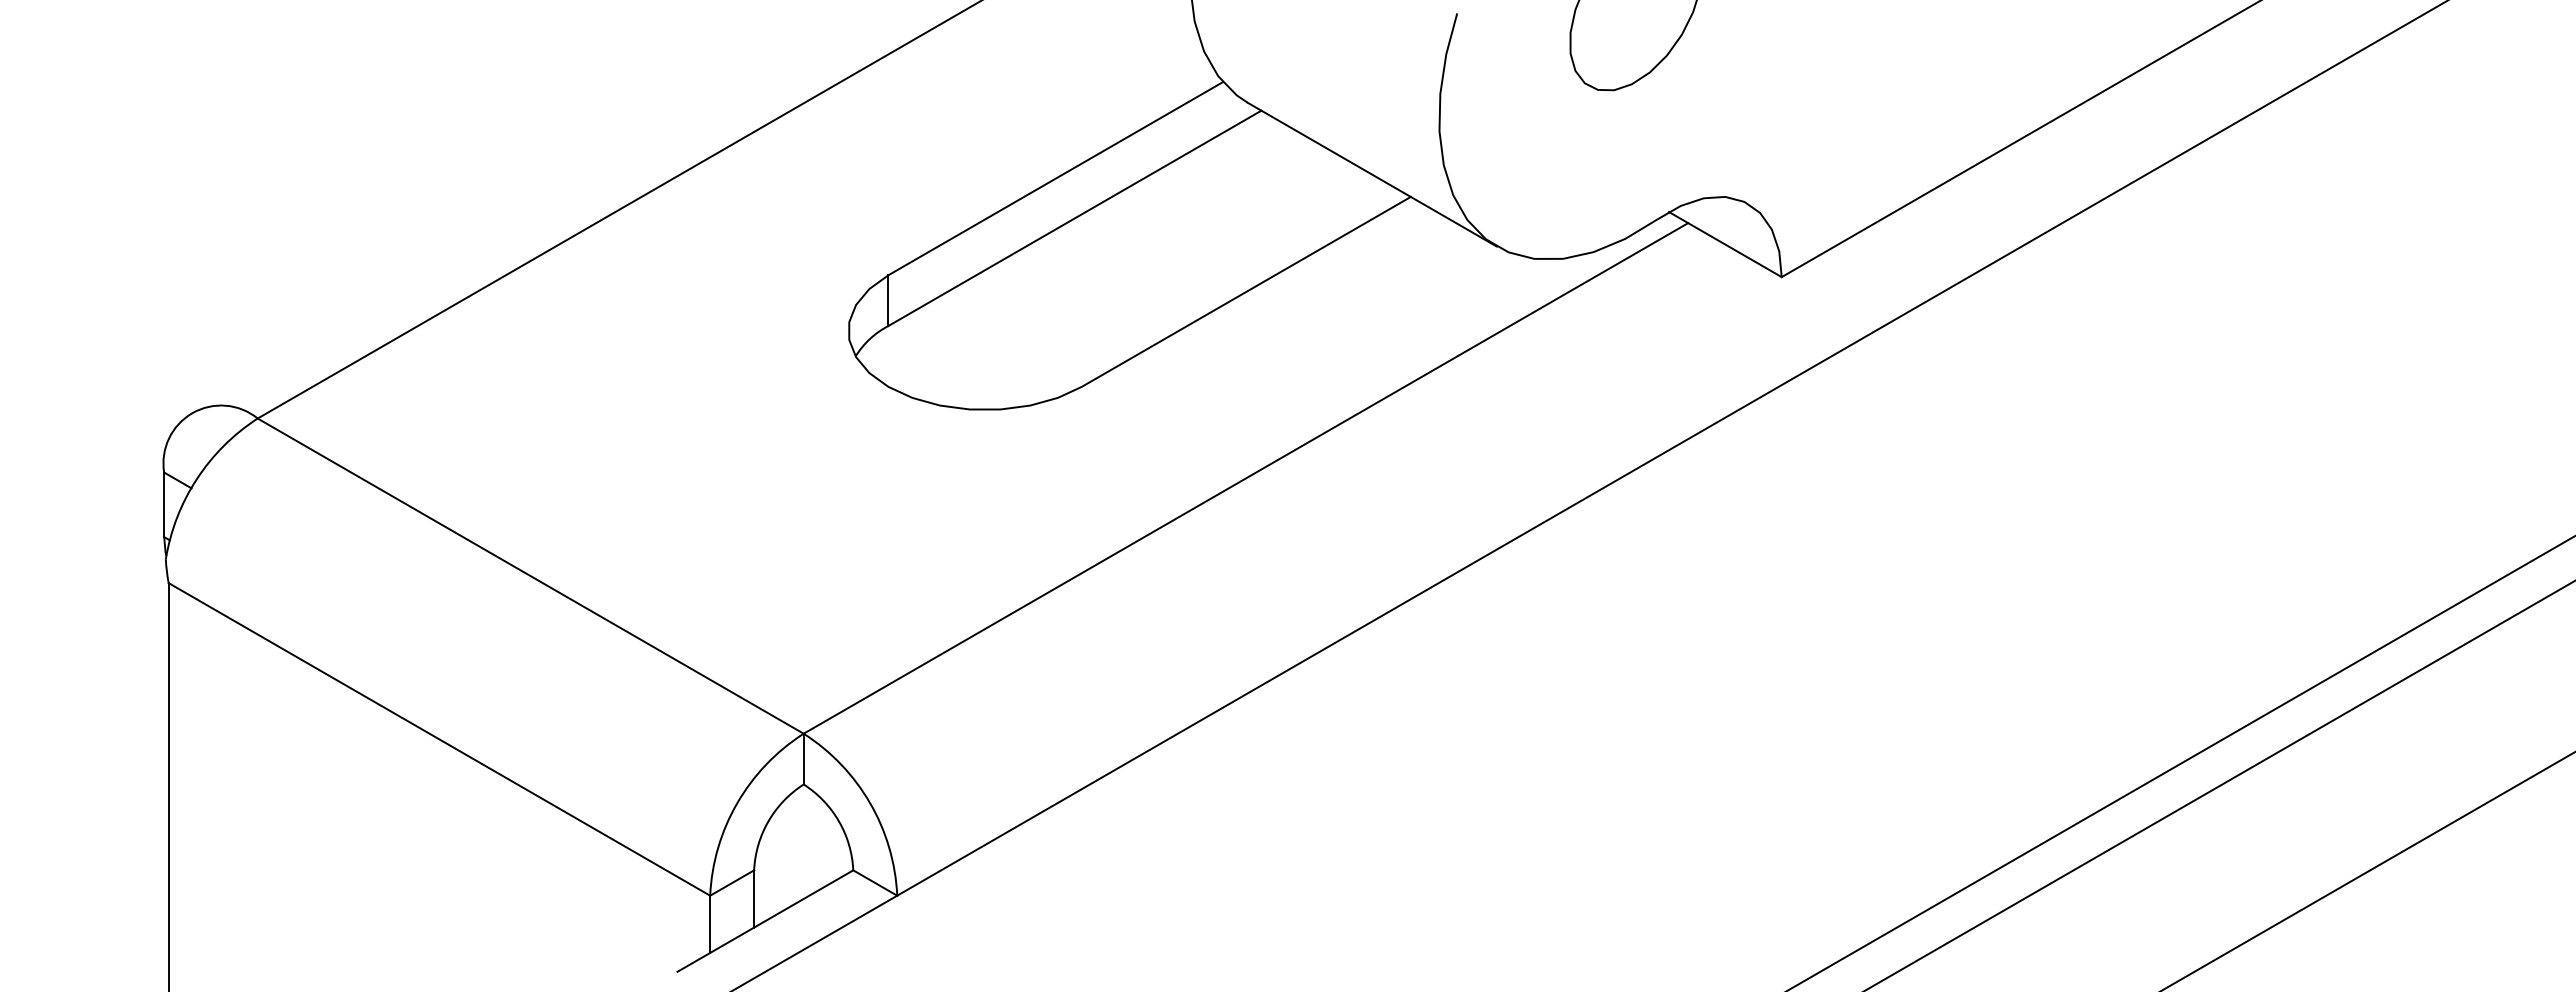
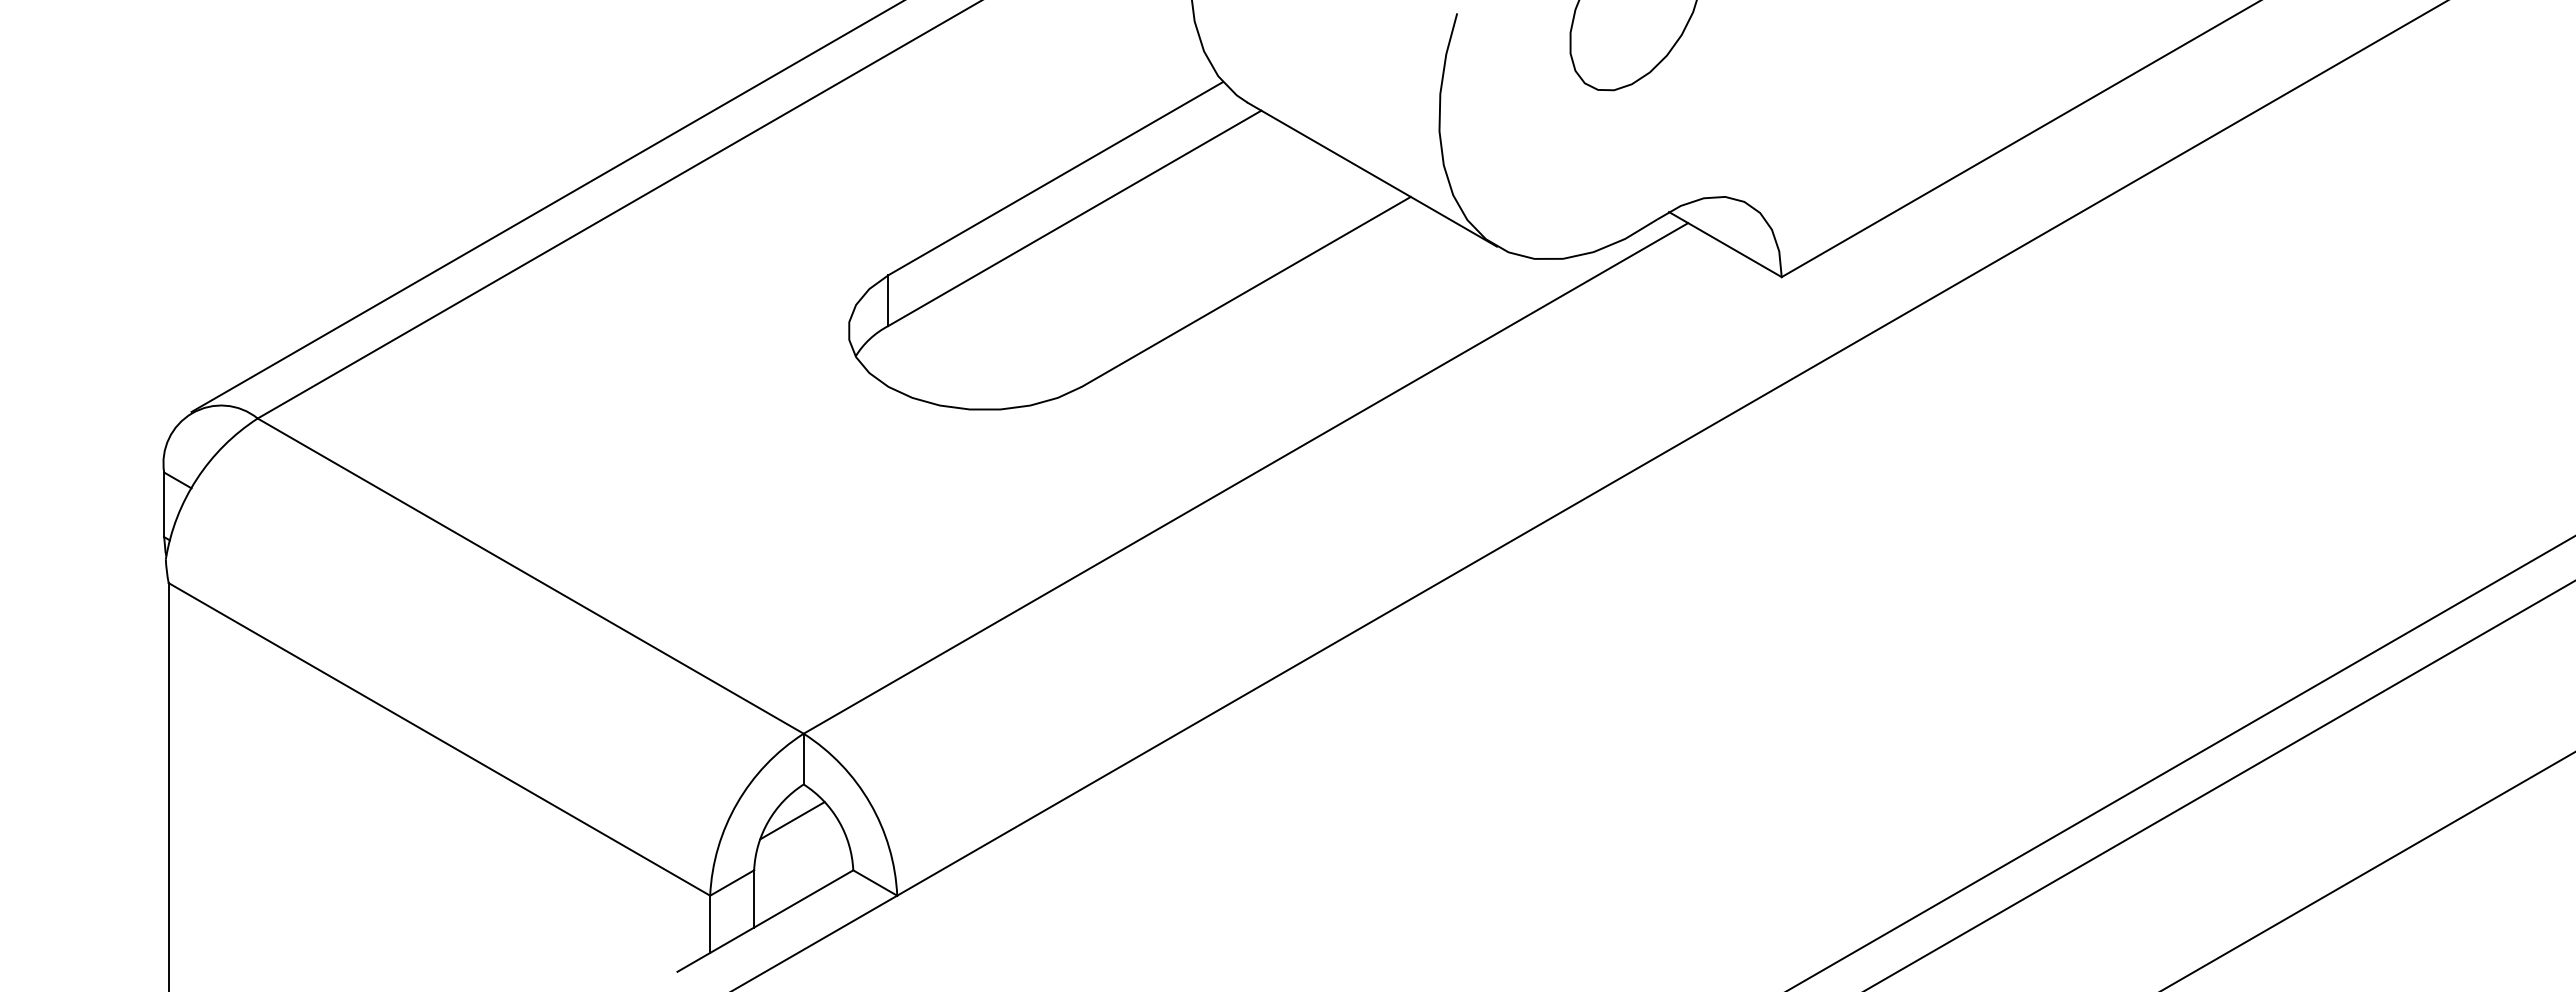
line at (546, 206): none -> present
line at (792, 820): none -> present
